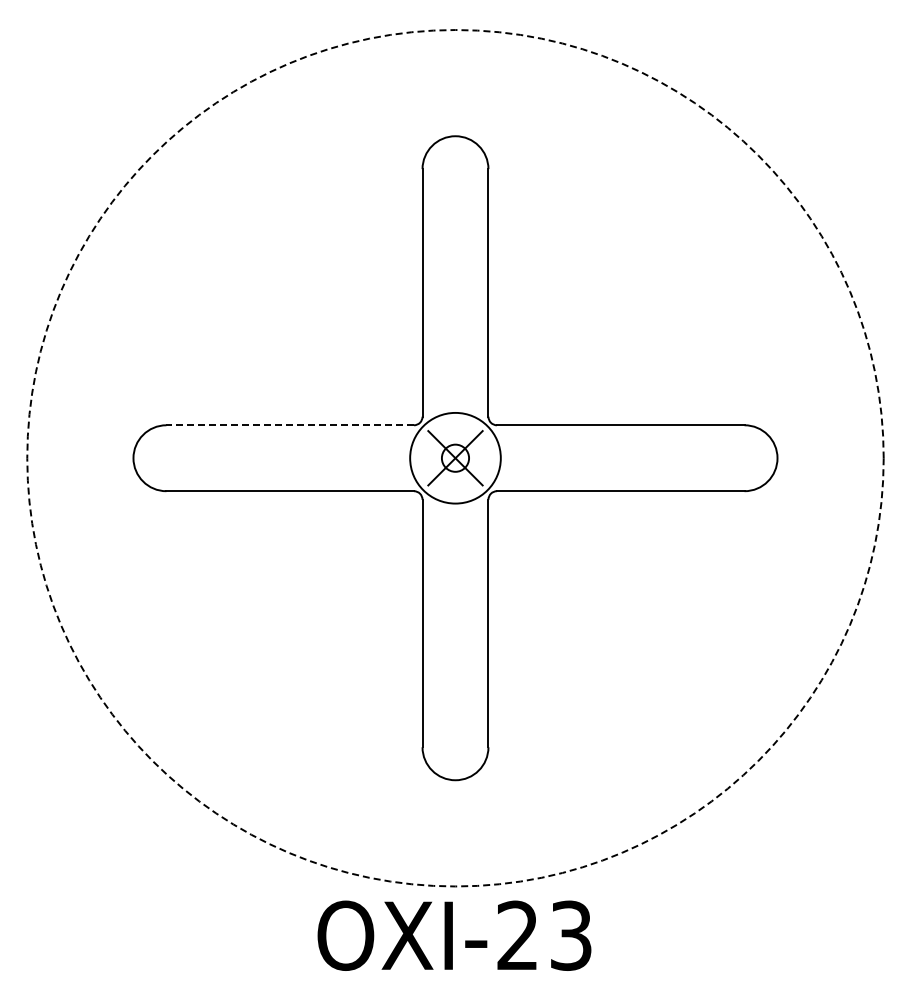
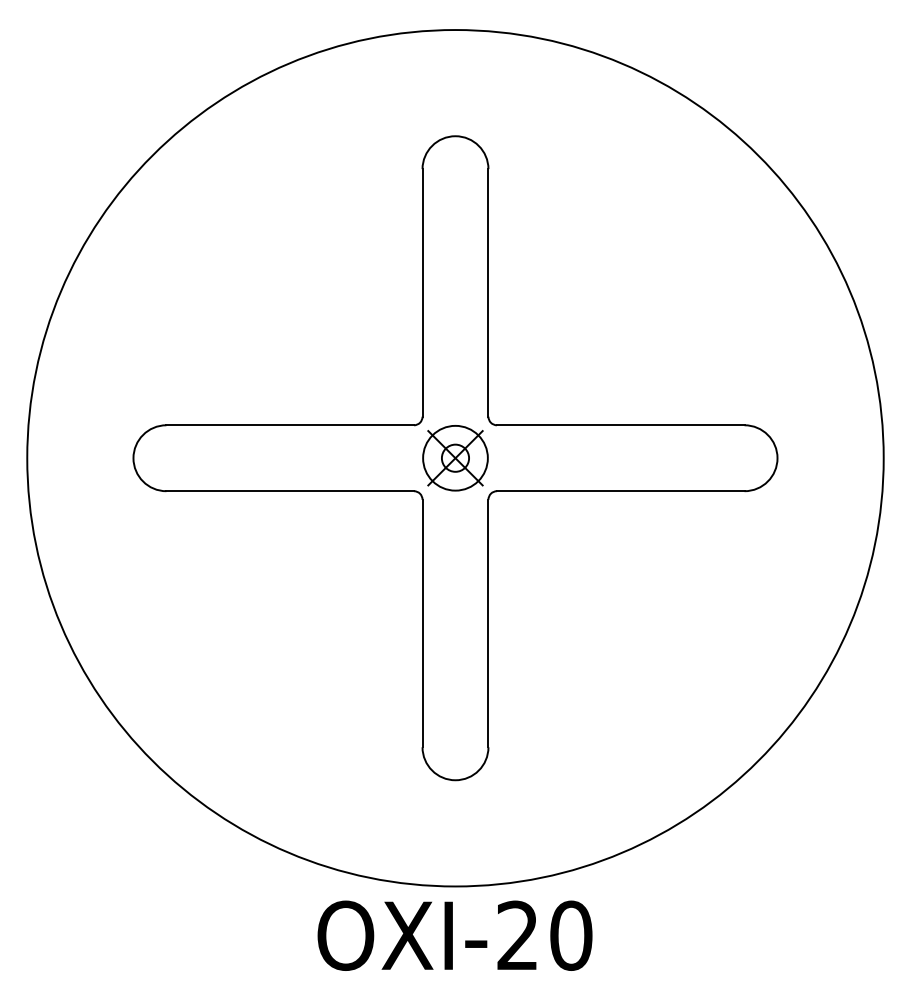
line at (290, 425): dashed -> solid
circle at (455, 457) diameter: 91 px -> 65 px
circle at (455, 458): dashed -> solid
text at (571, 935): OXI-23 -> OXI-20
